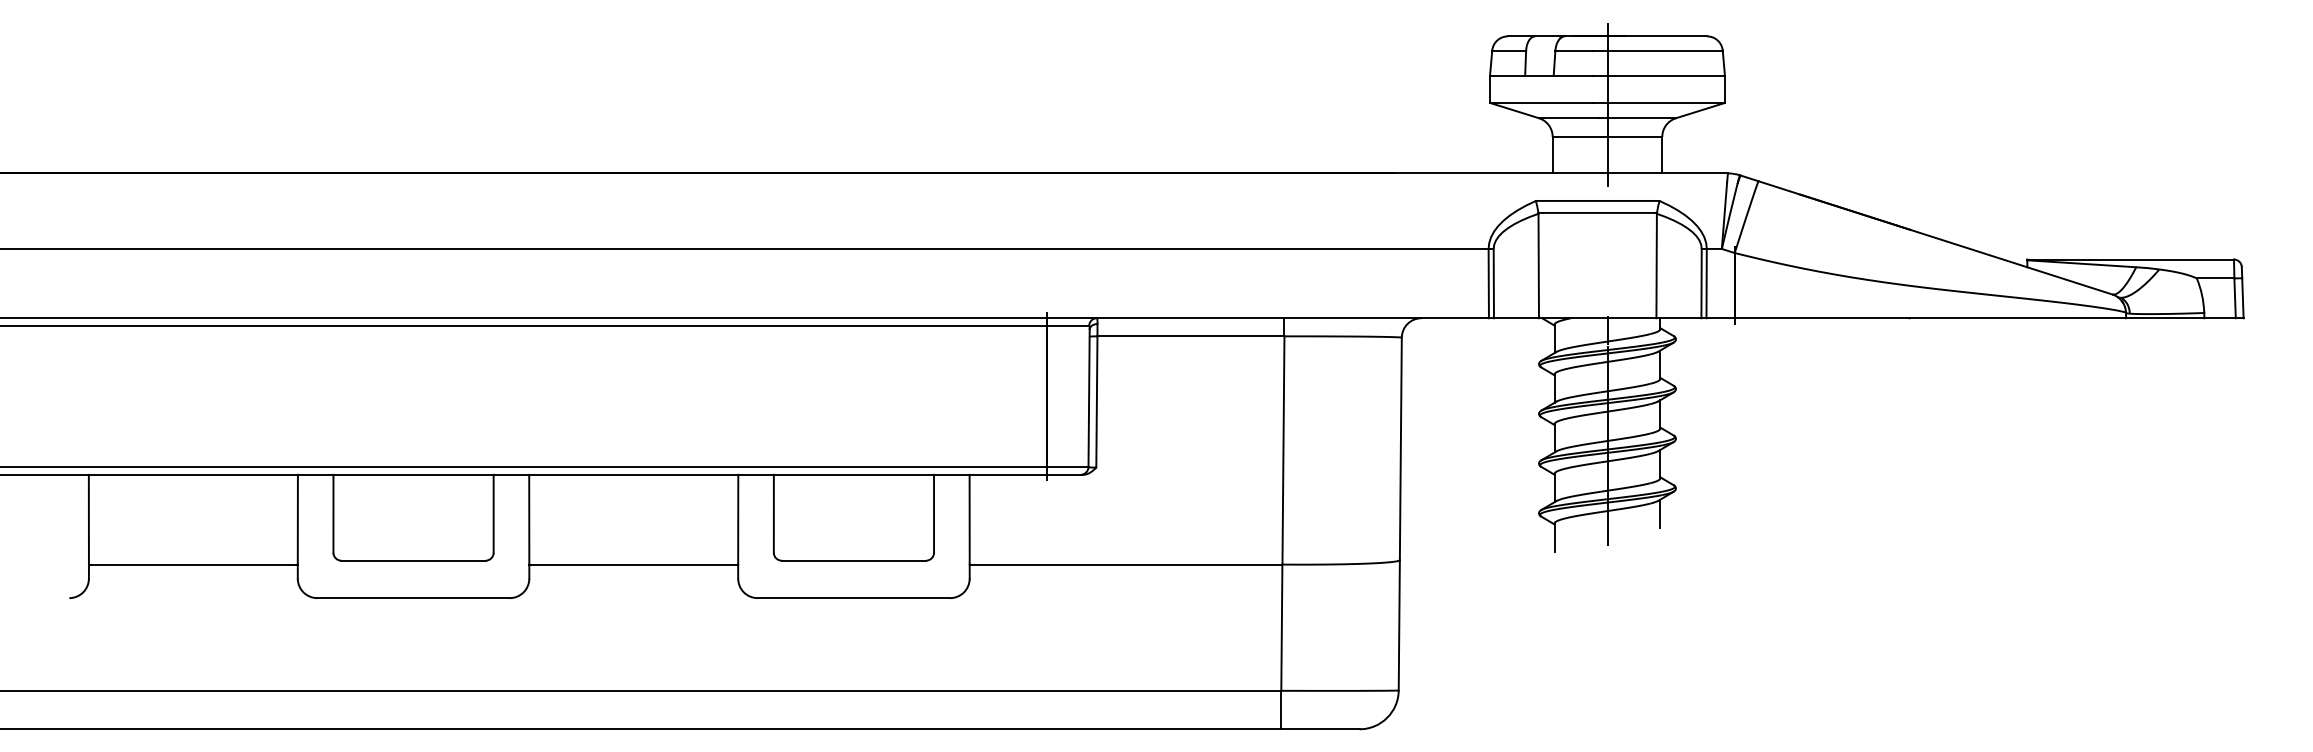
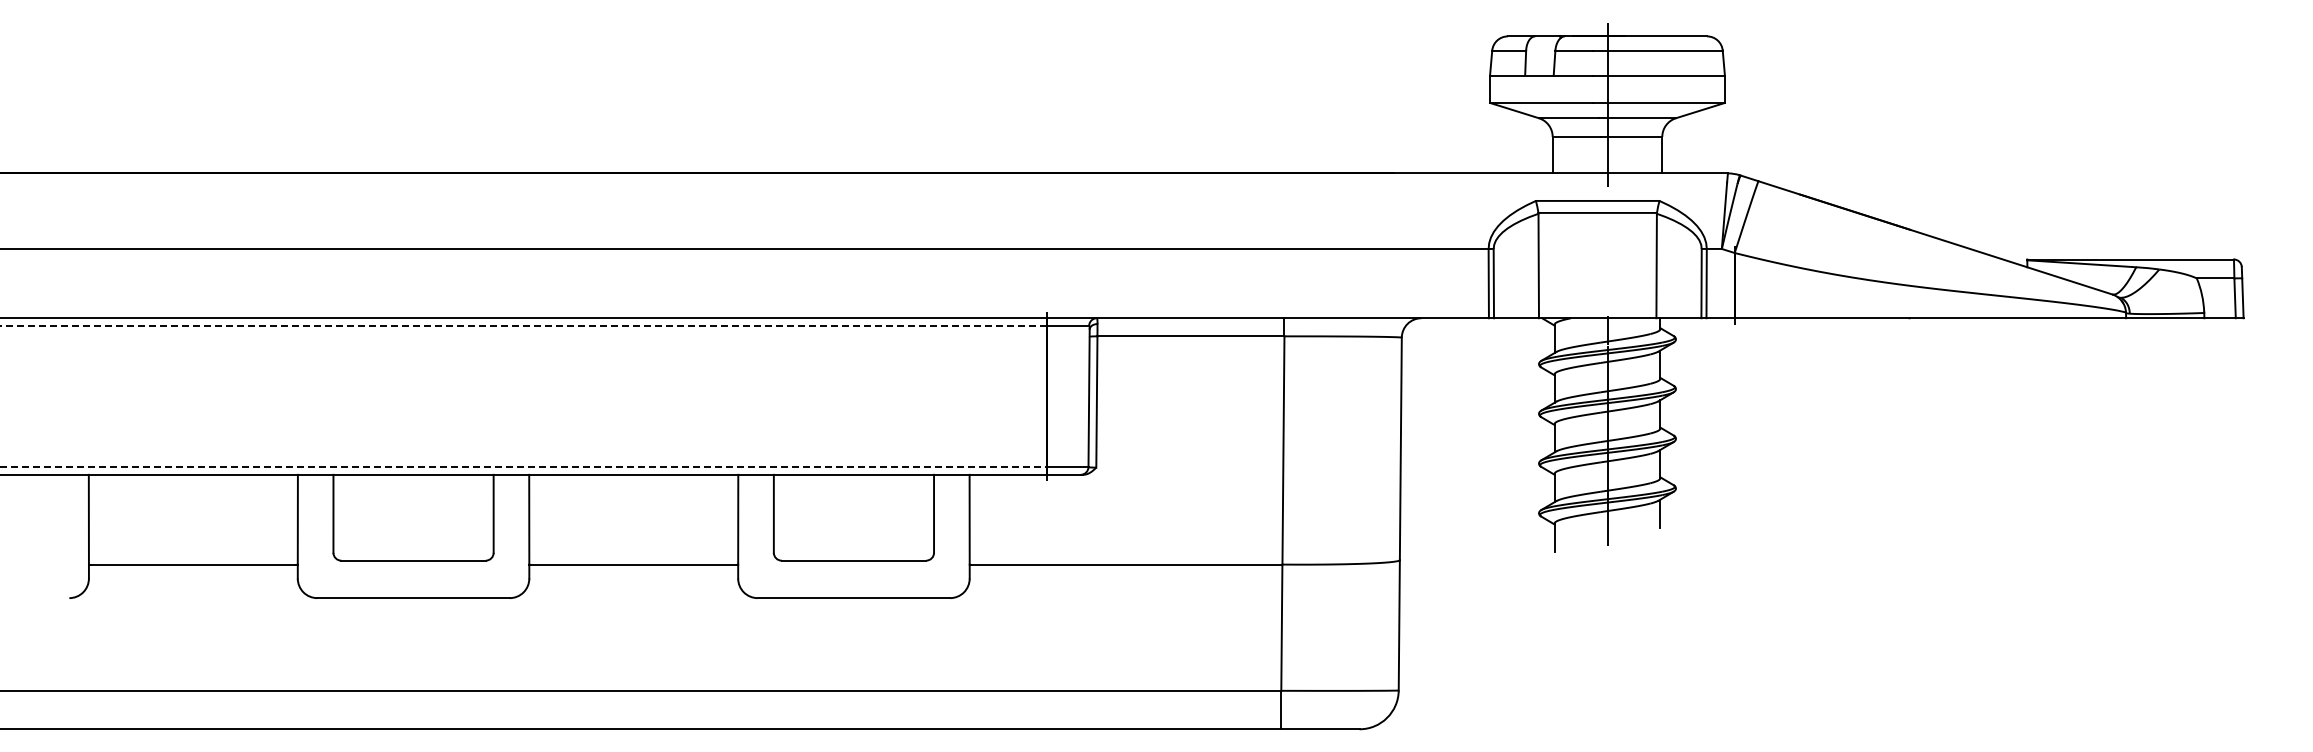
line at (522, 326): solid -> dashed
line at (523, 467): solid -> dashed
